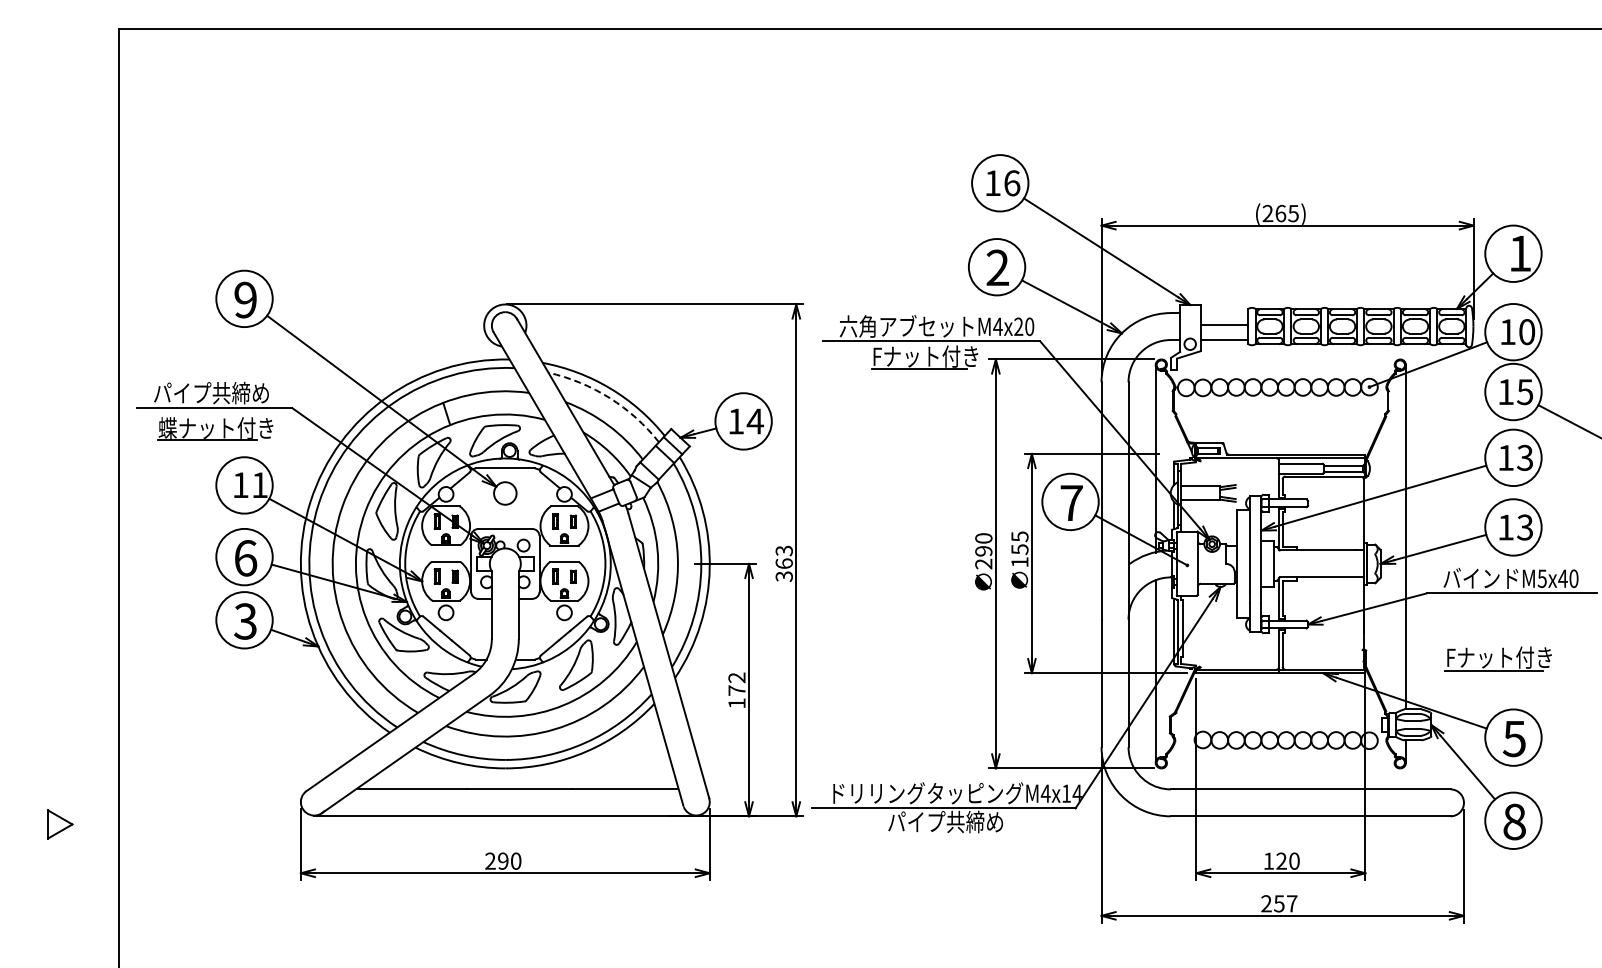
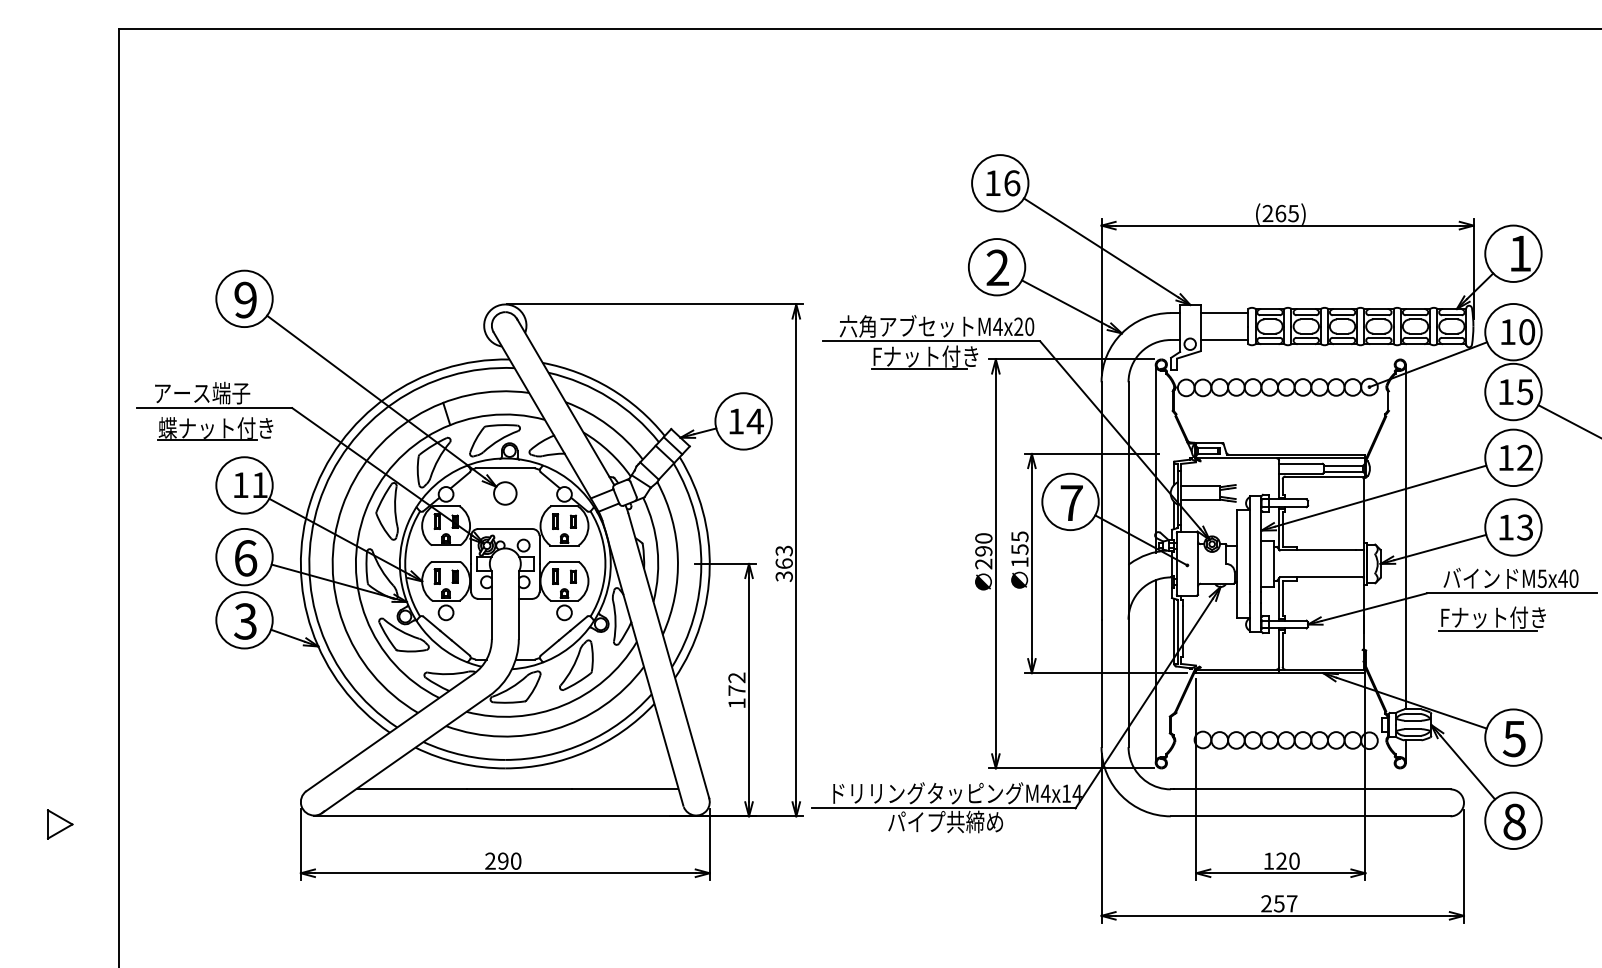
line at (1224, 325) position: (1224, 325) -> (1224, 313)
text at (211, 392): パイプ共締め -> アース端子
arc at (609, 398): dashed -> solid
text at (1525, 457): 13 -> 12
part at (1497, 658) position: (1497, 658) -> (1491, 618)
